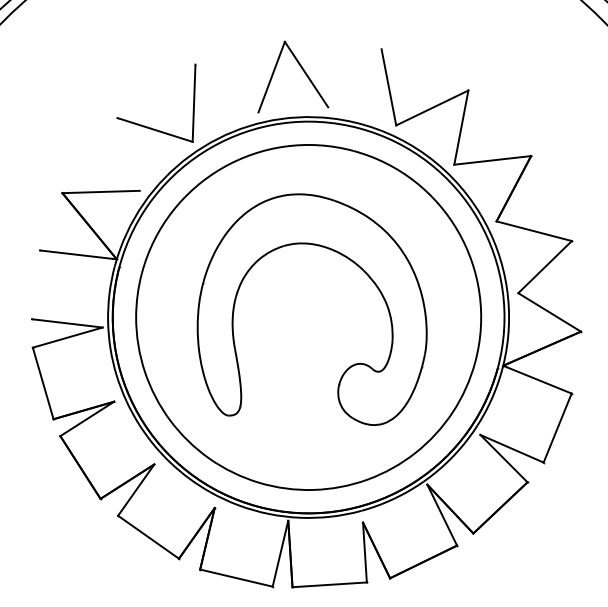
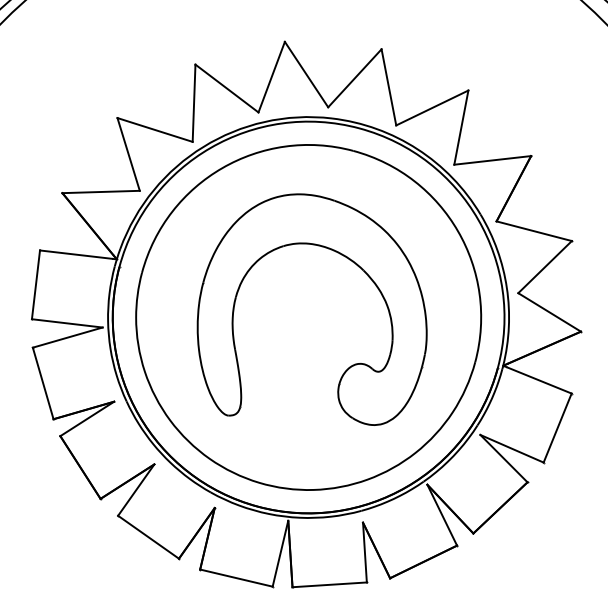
line at (354, 78): none -> present
line at (226, 88): none -> present
line at (128, 154): none -> present
line at (35, 284): none -> present
